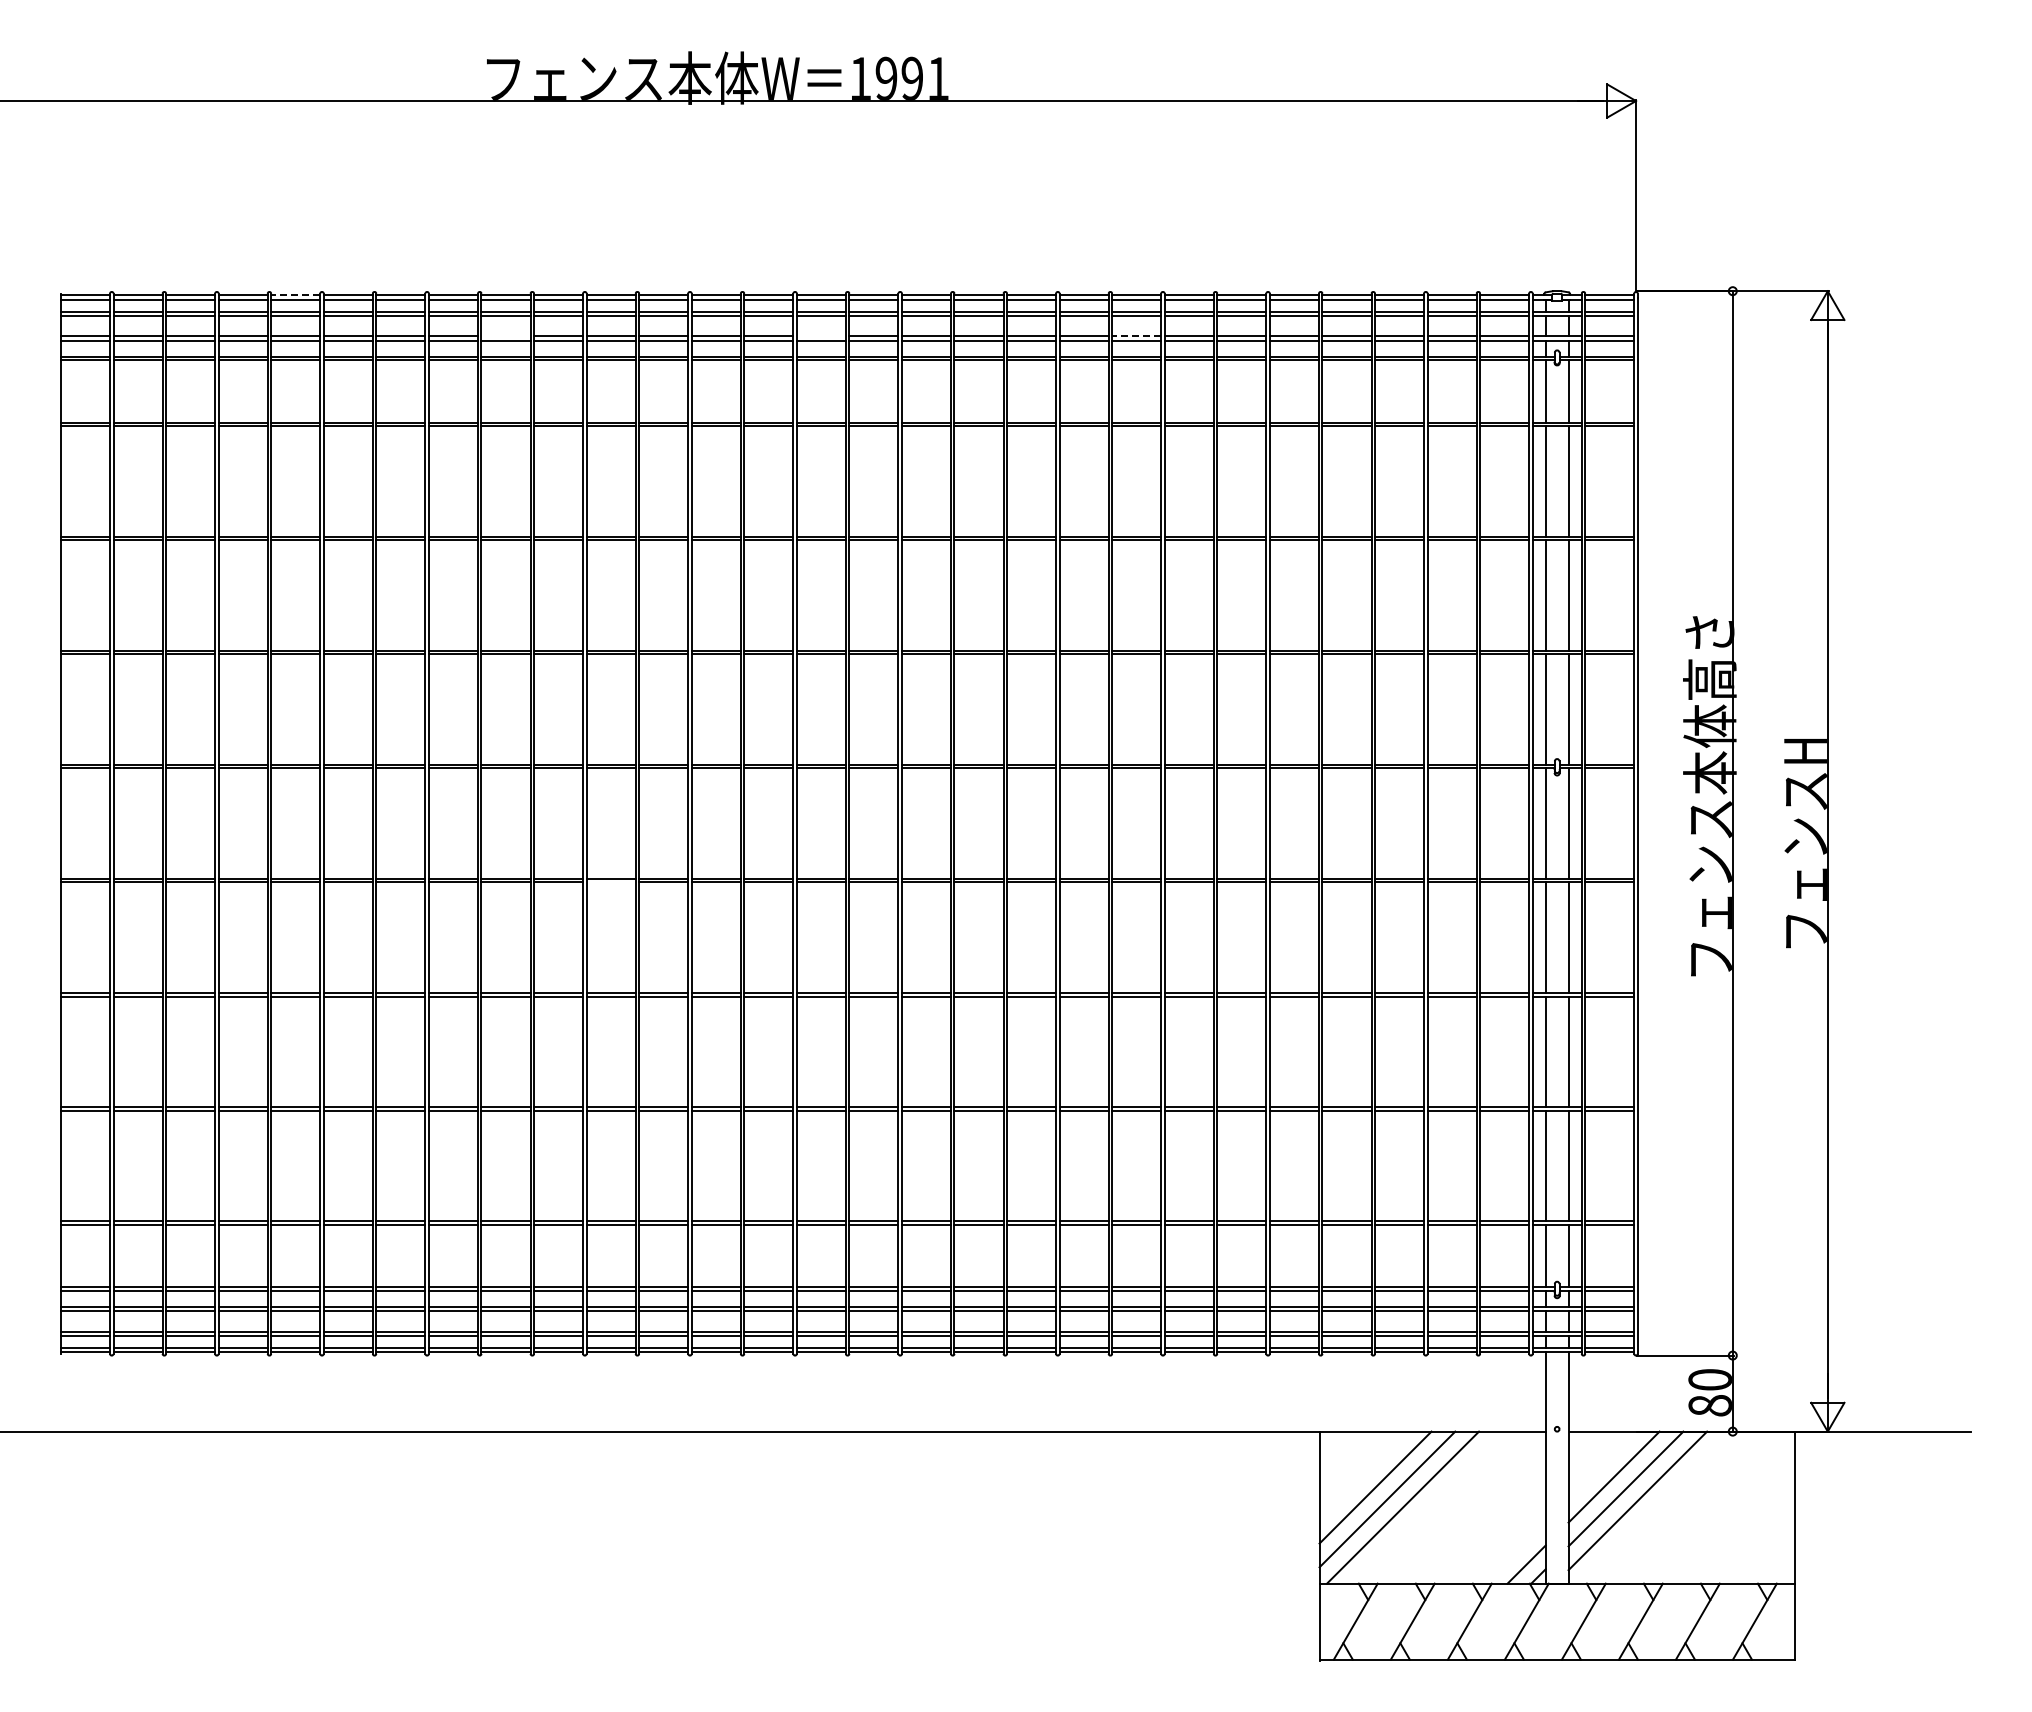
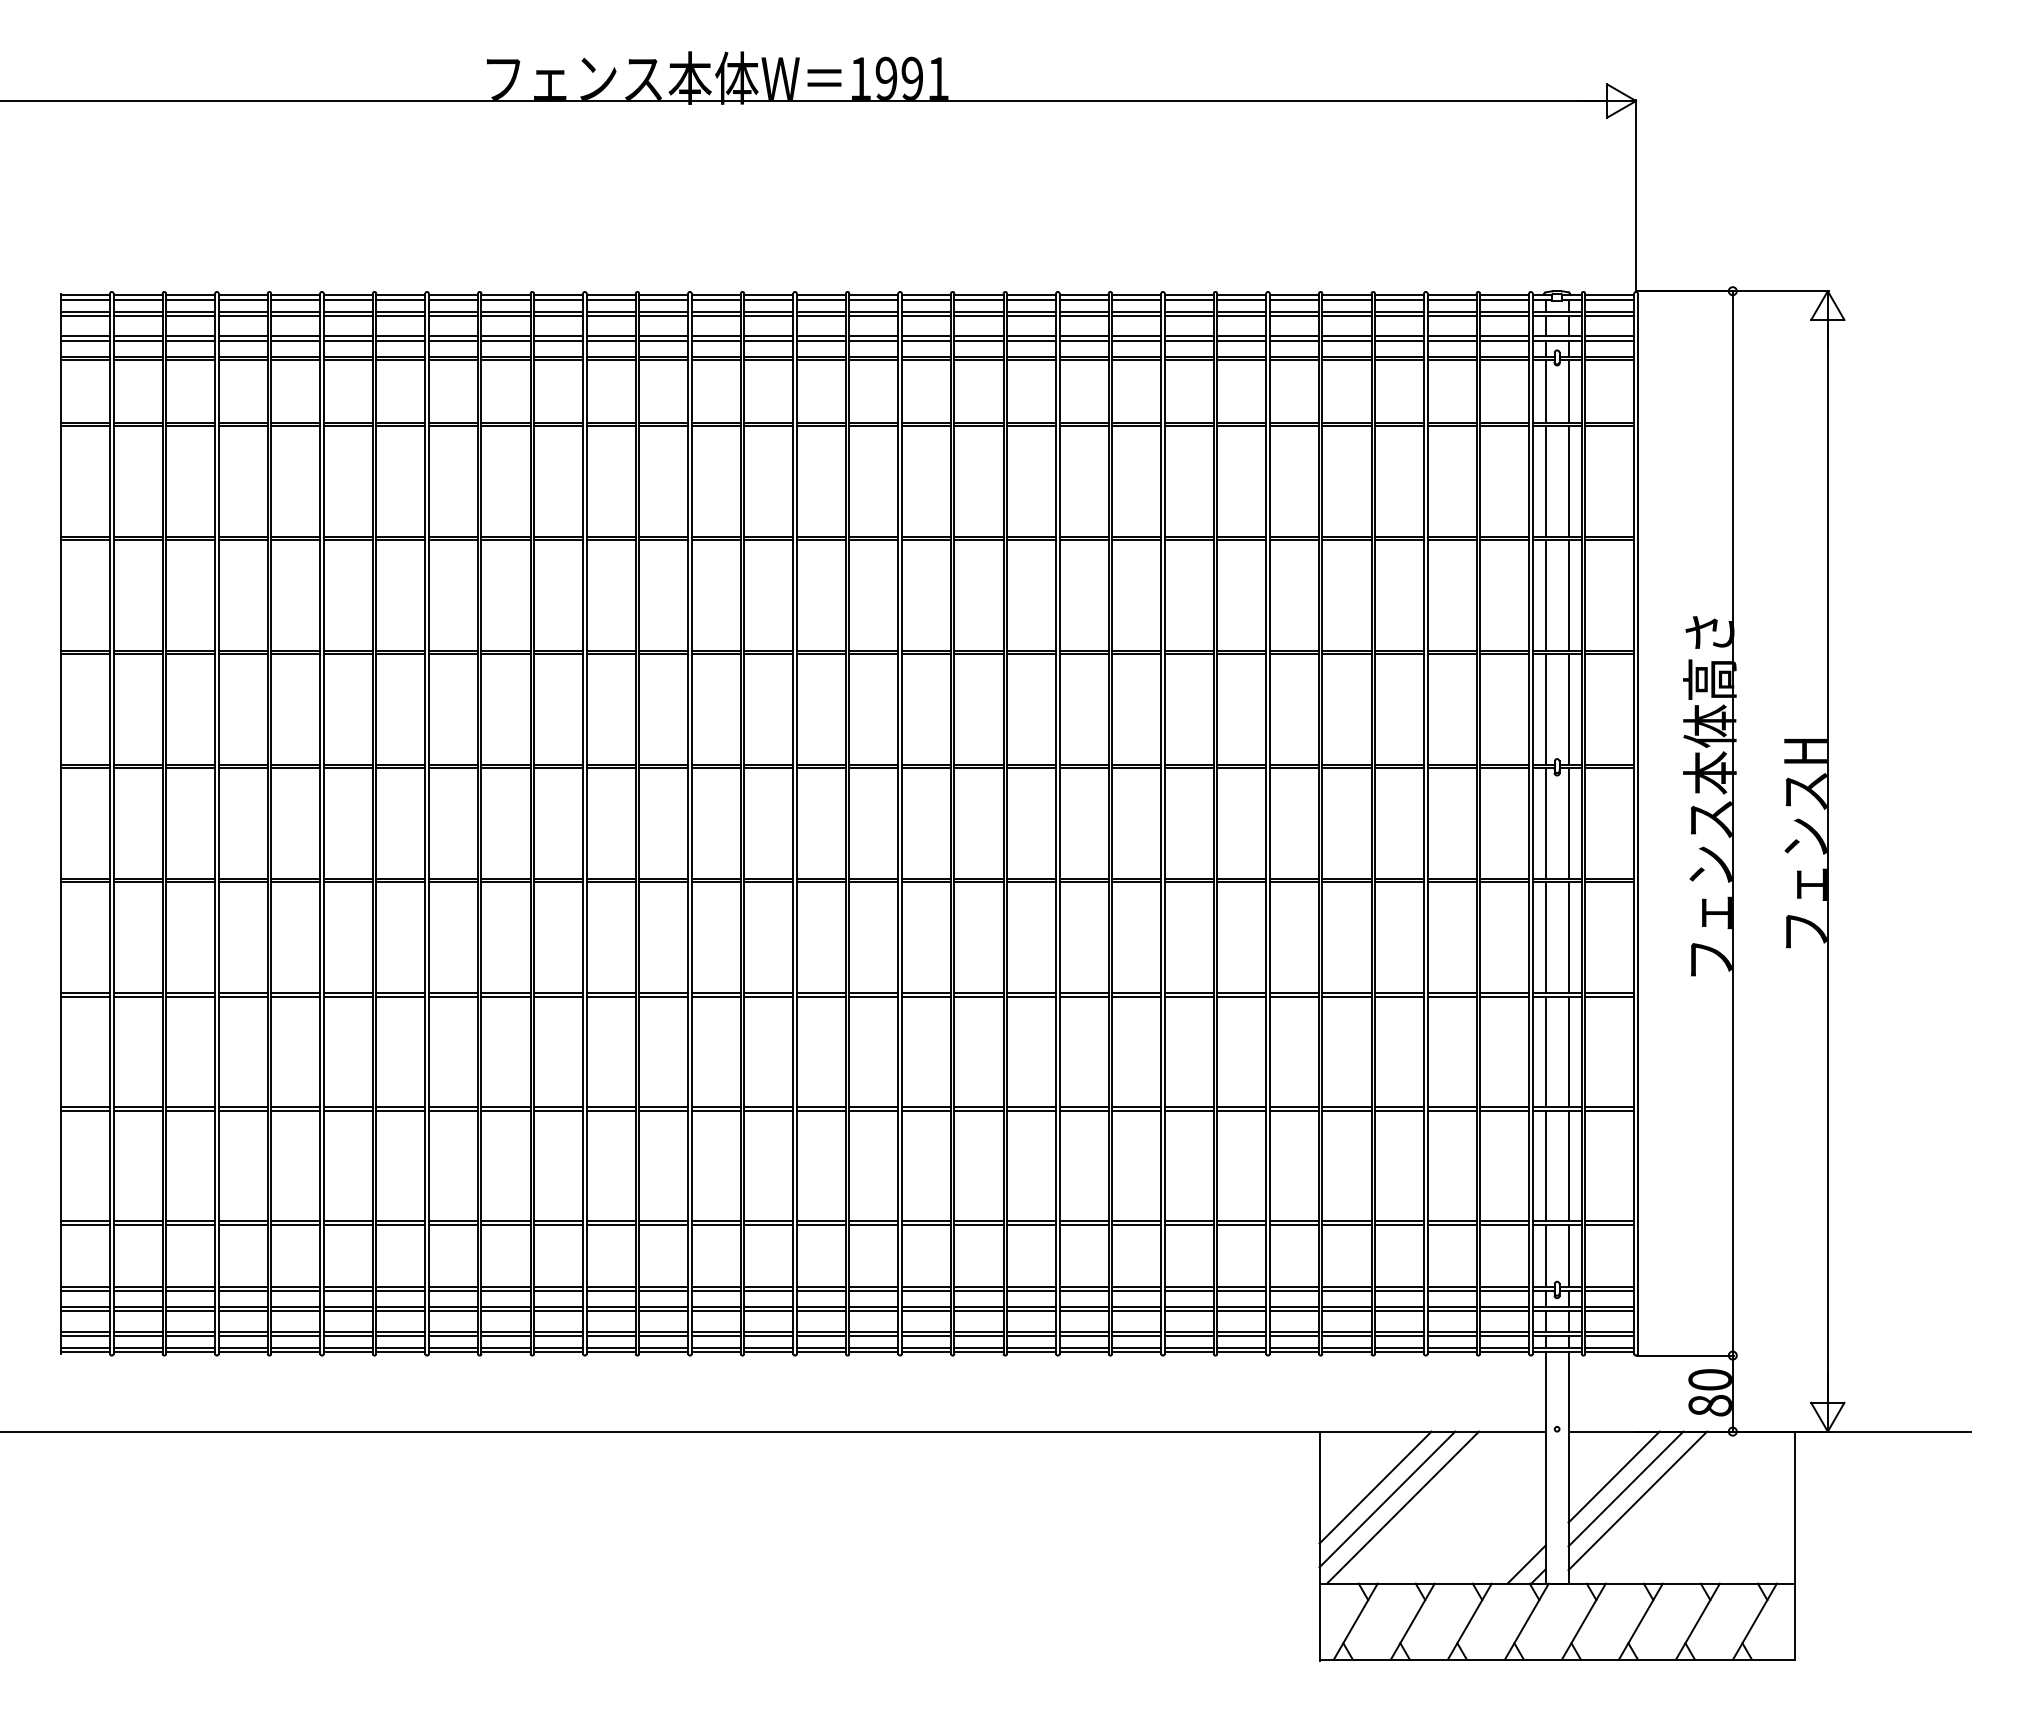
line at (295, 295): dashed -> solid
line at (505, 336): none -> present
line at (820, 336): none -> present
line at (1136, 336): dashed -> solid
line at (610, 882): none -> present
